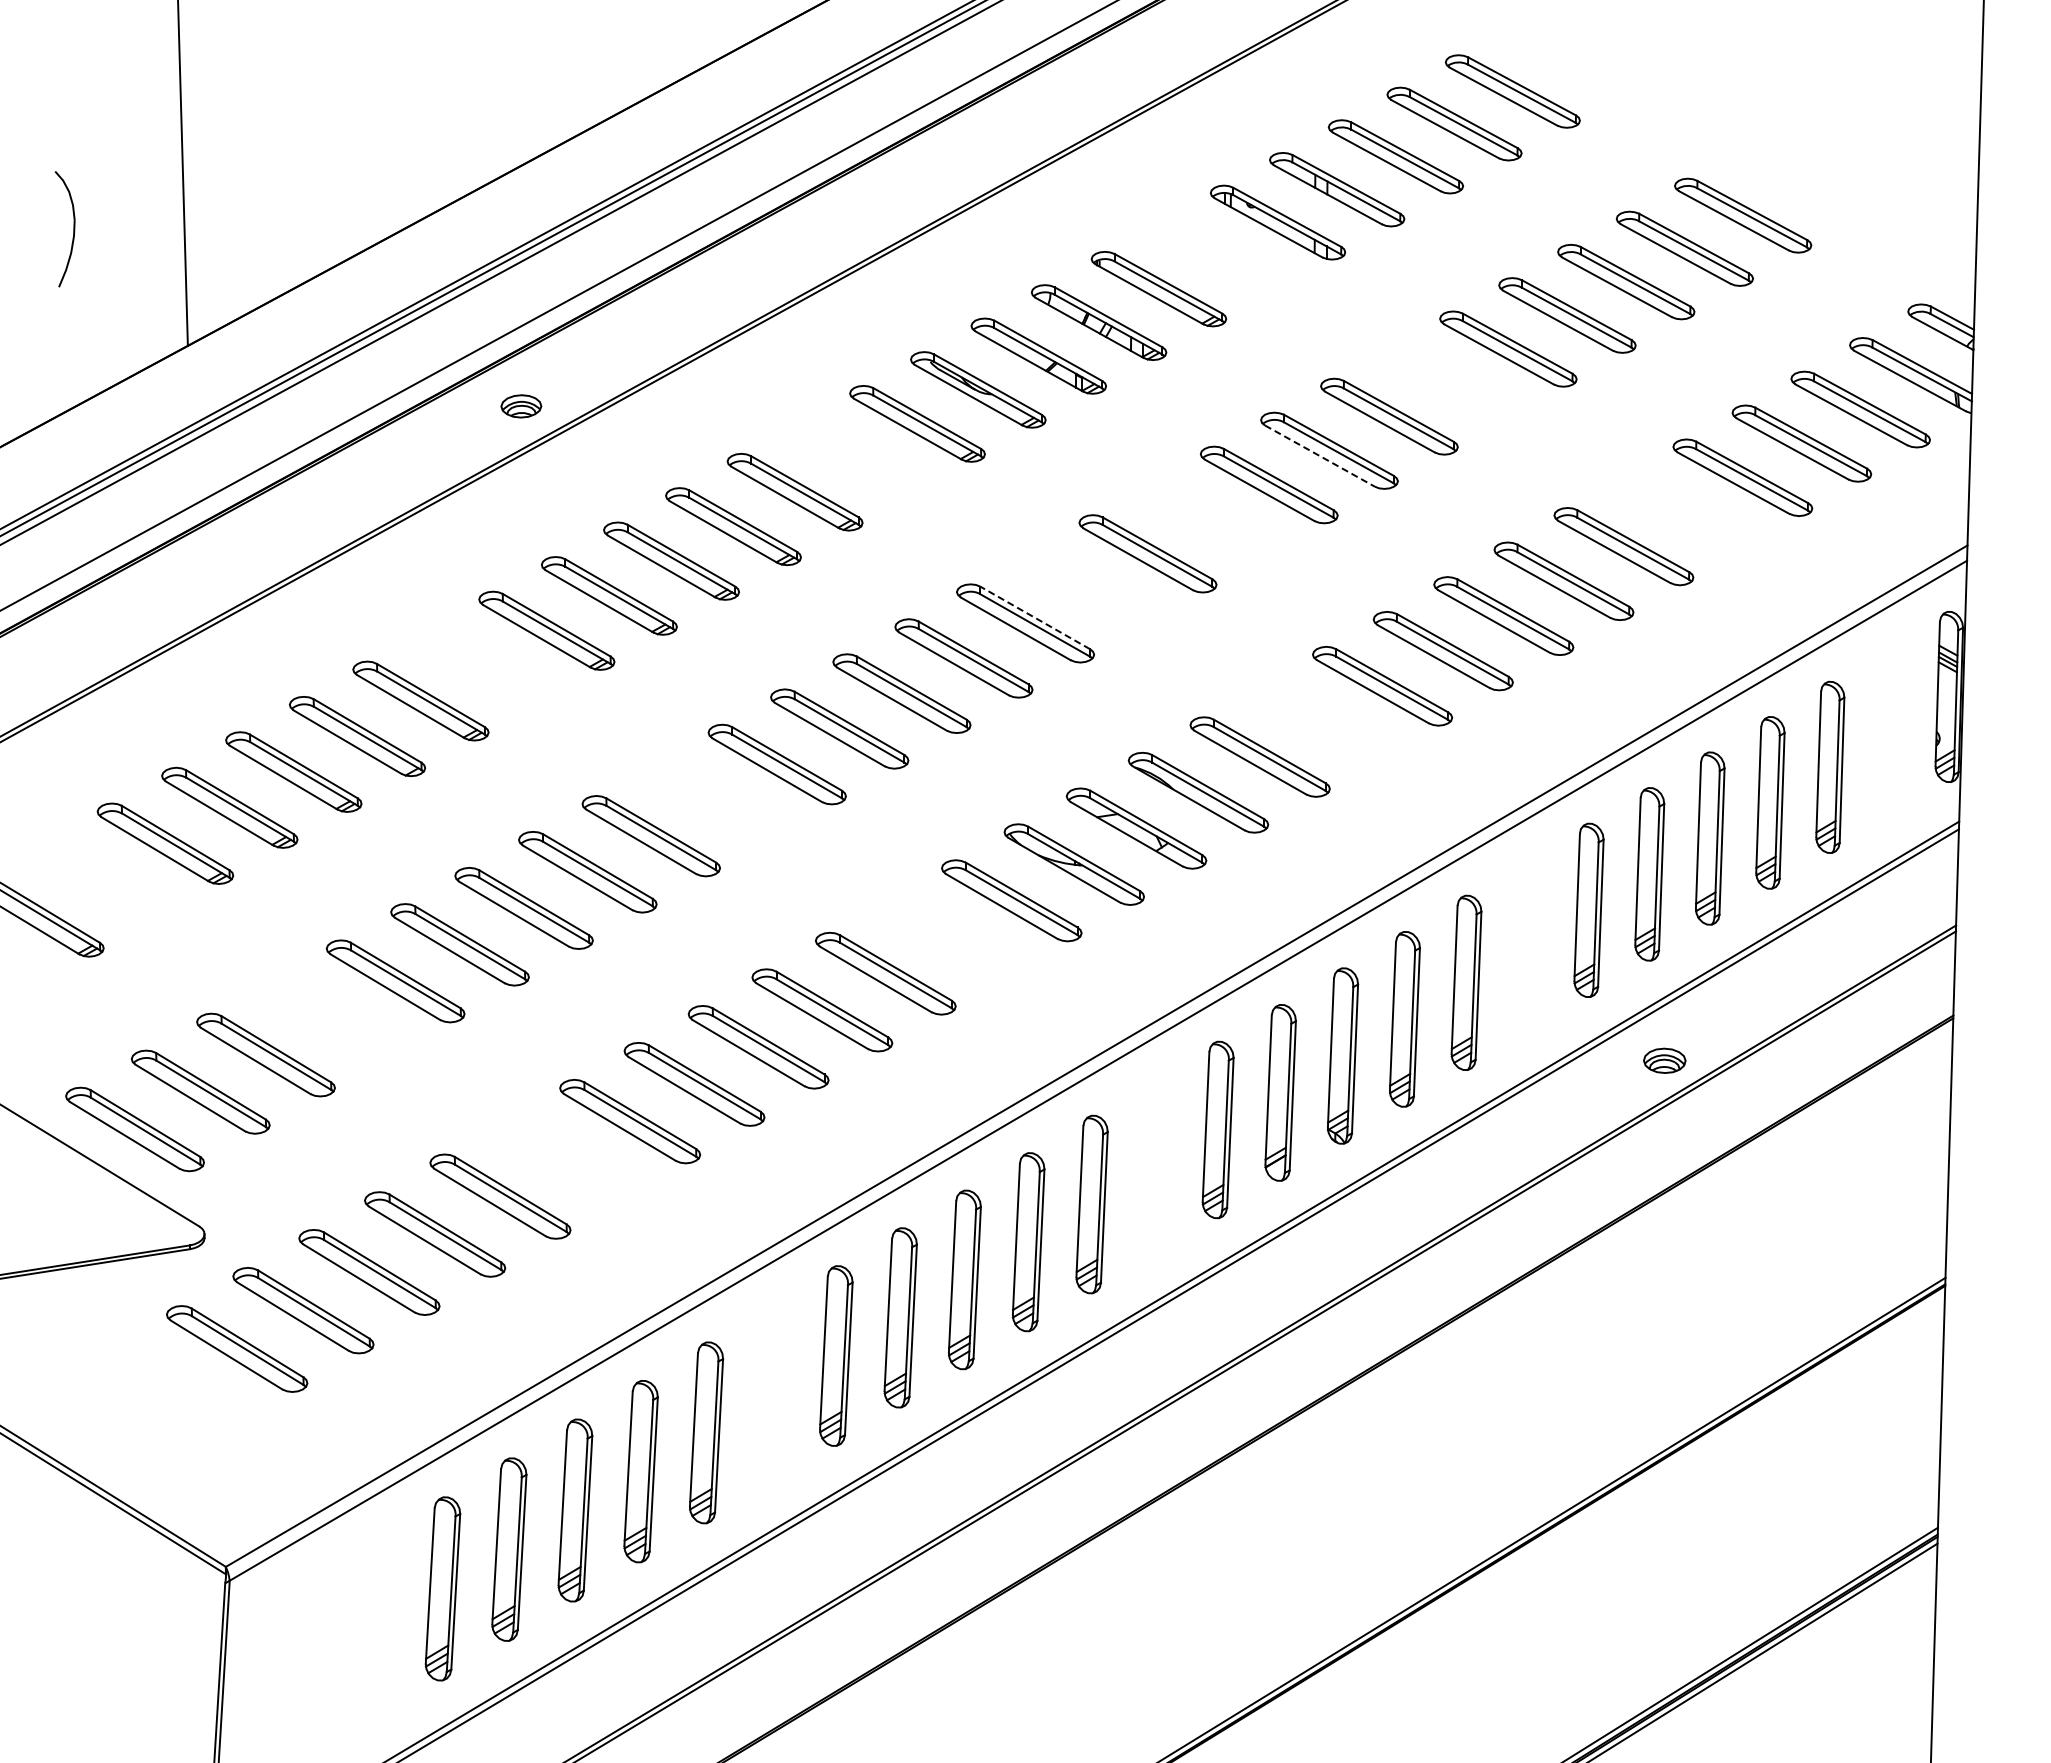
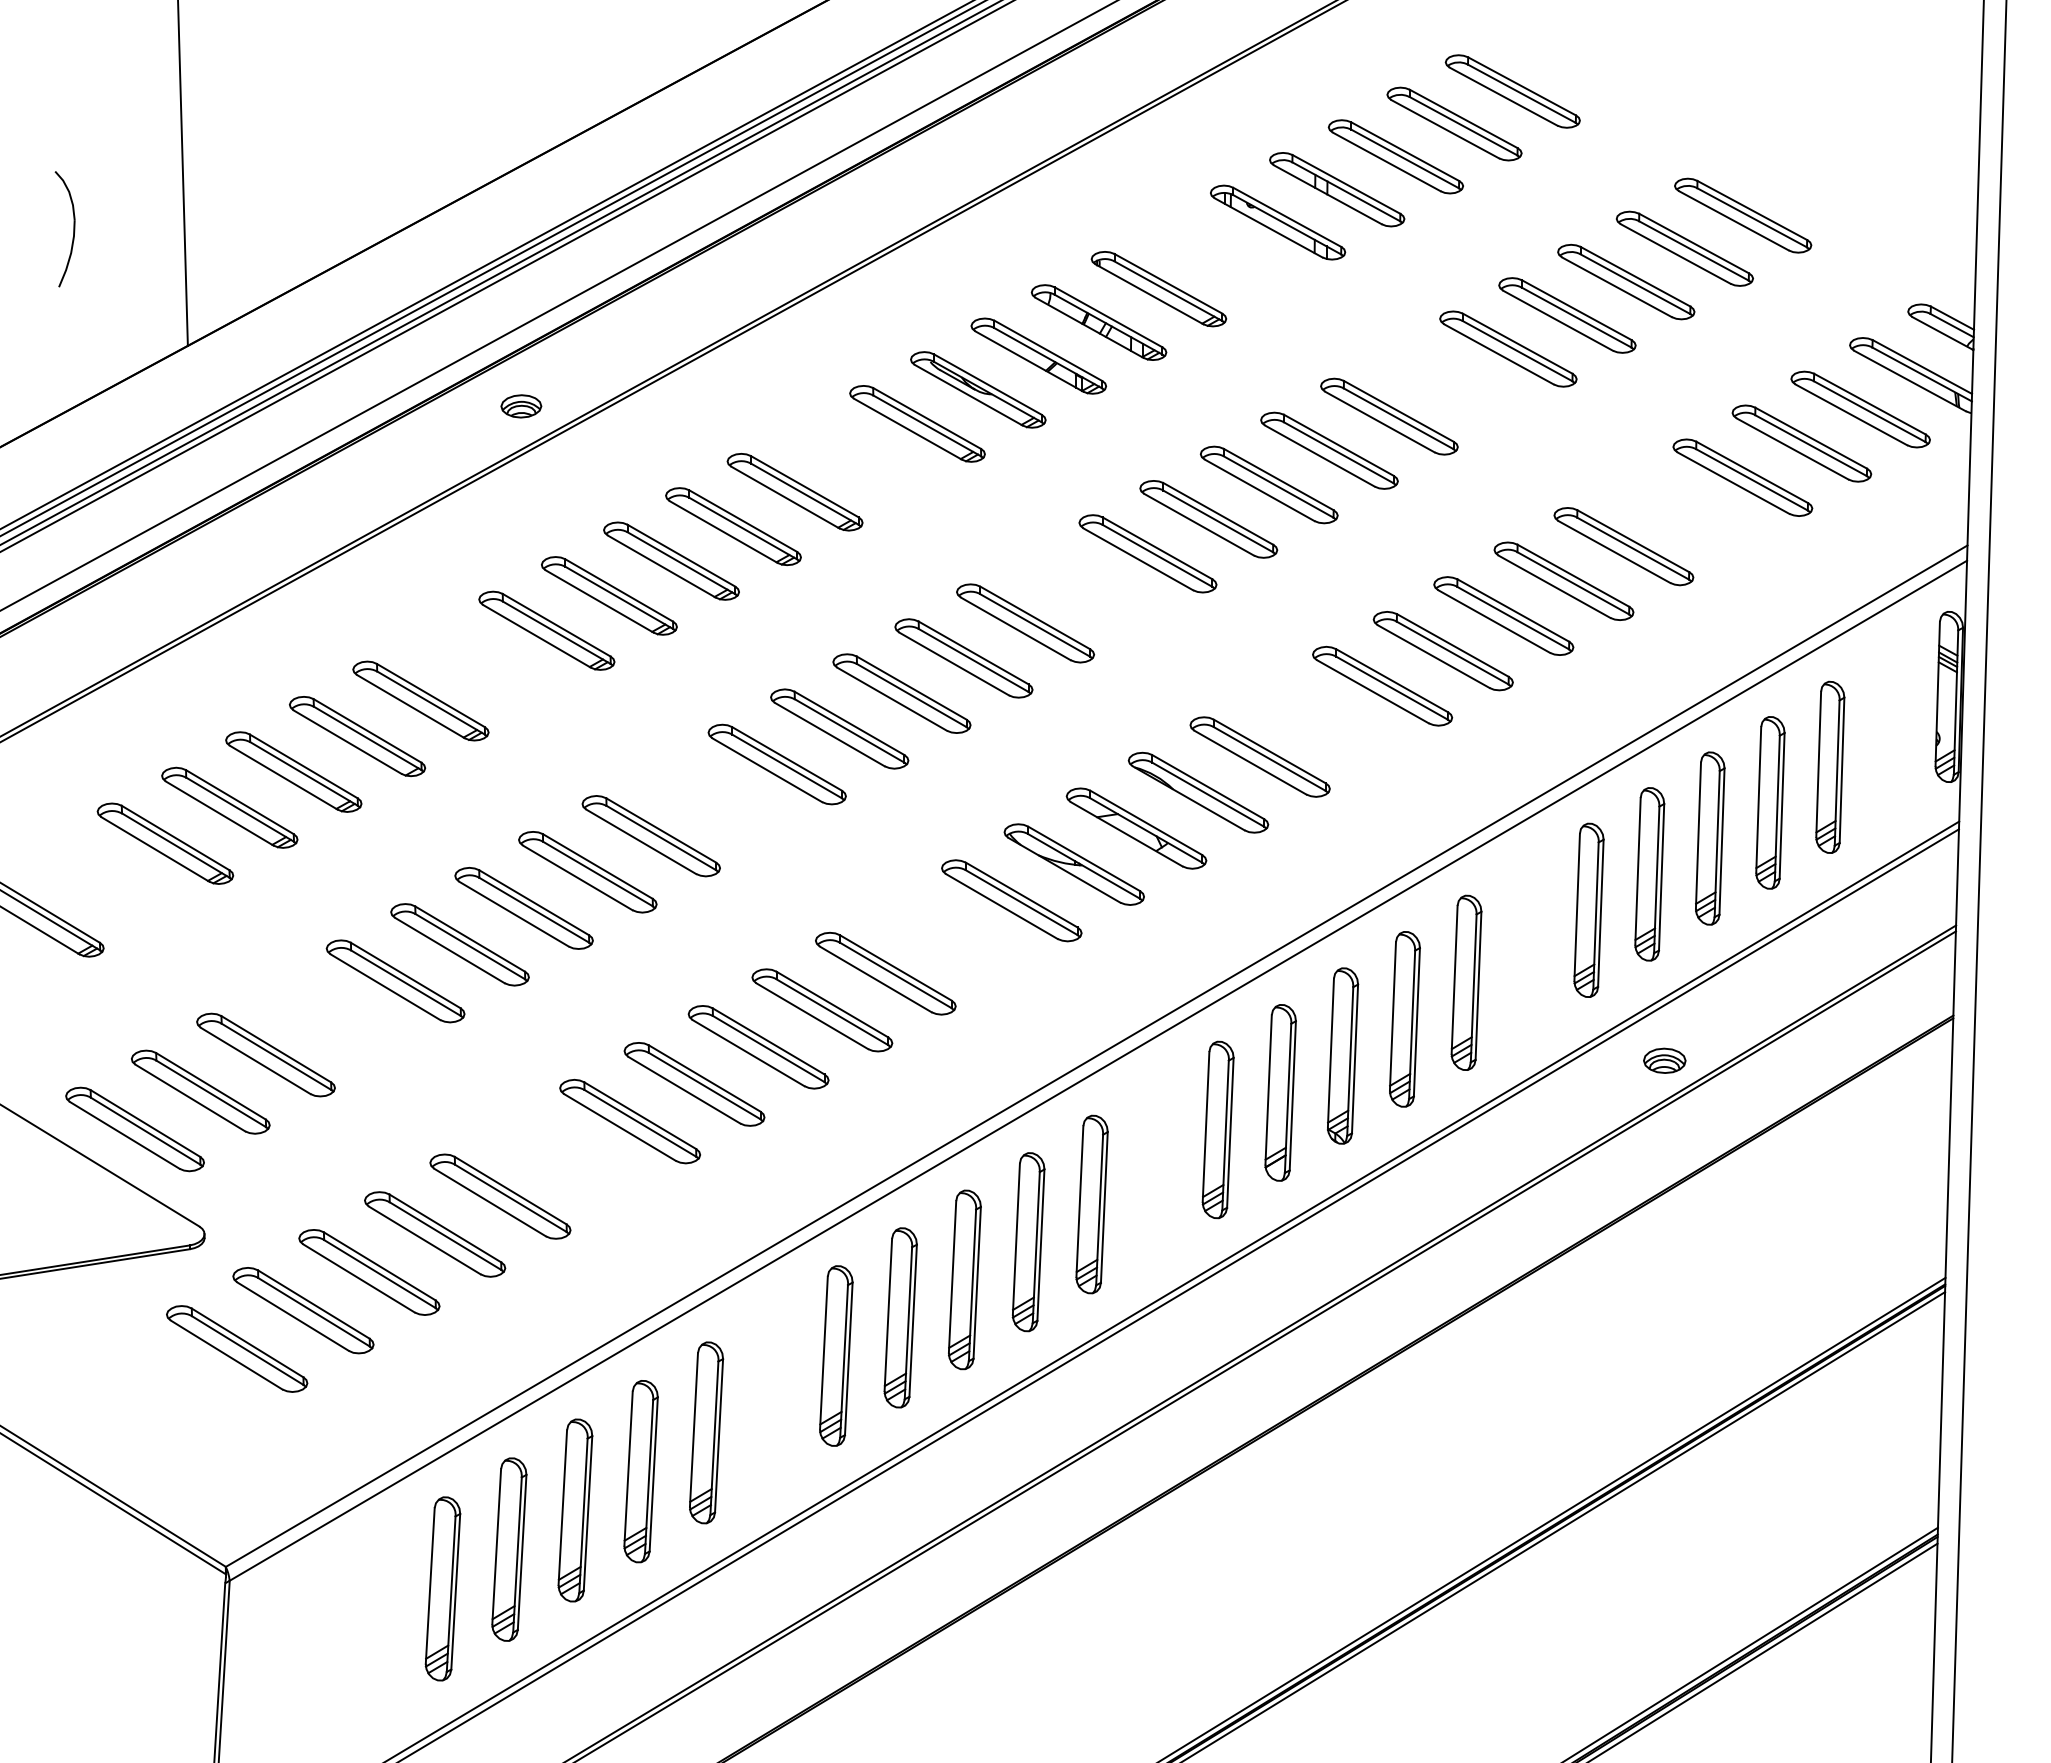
line at (506, 276): none -> present
line at (1319, 456): dashed -> solid
part at (1208, 519): none -> present
line at (1034, 617): dashed -> solid
line at (1979, 880): none -> present
line at (1565, 1525): none -> present
